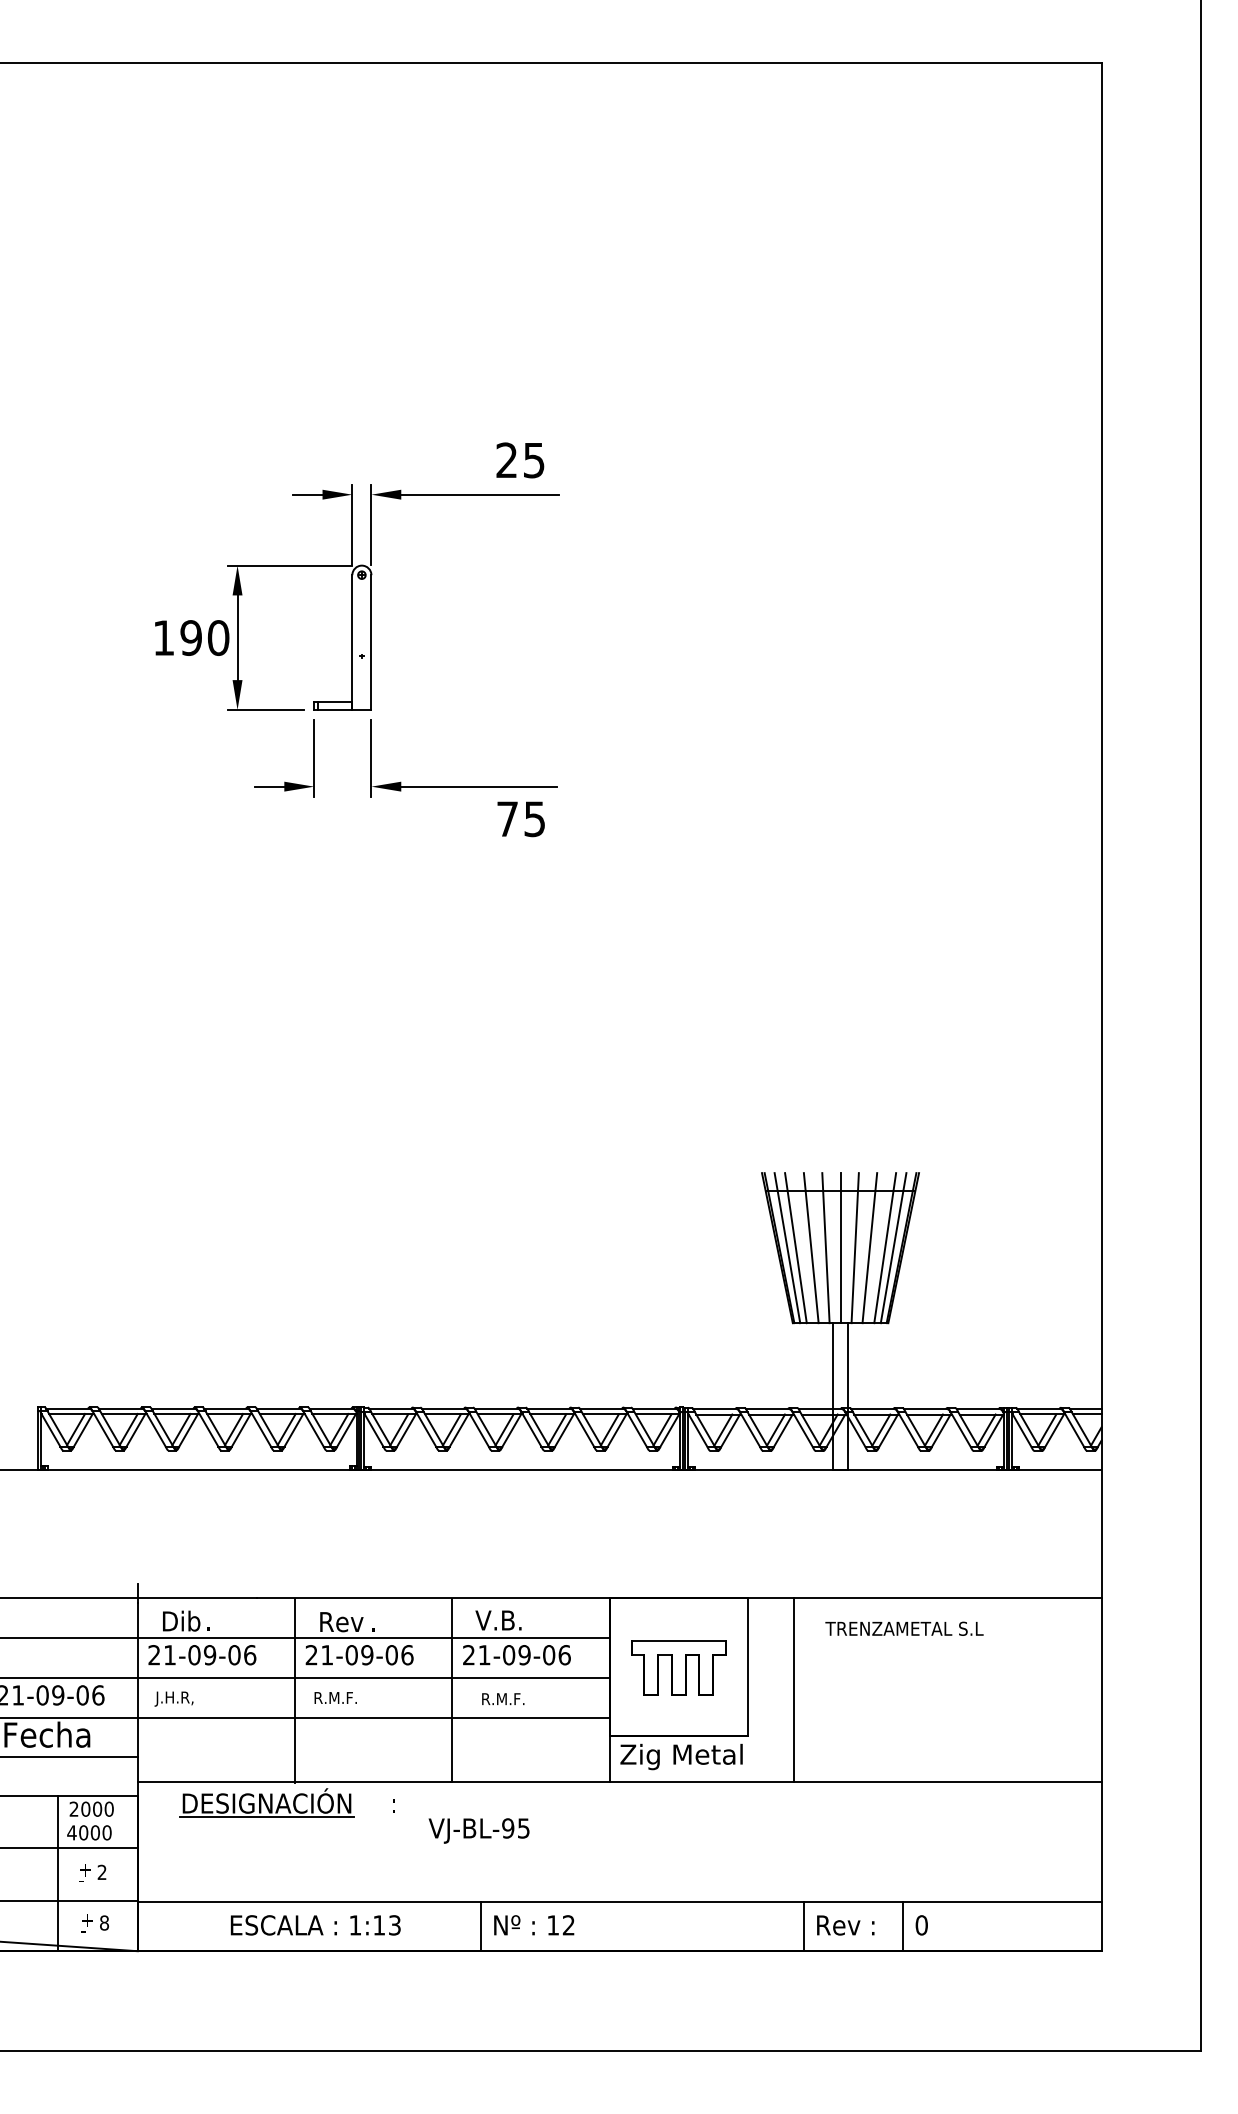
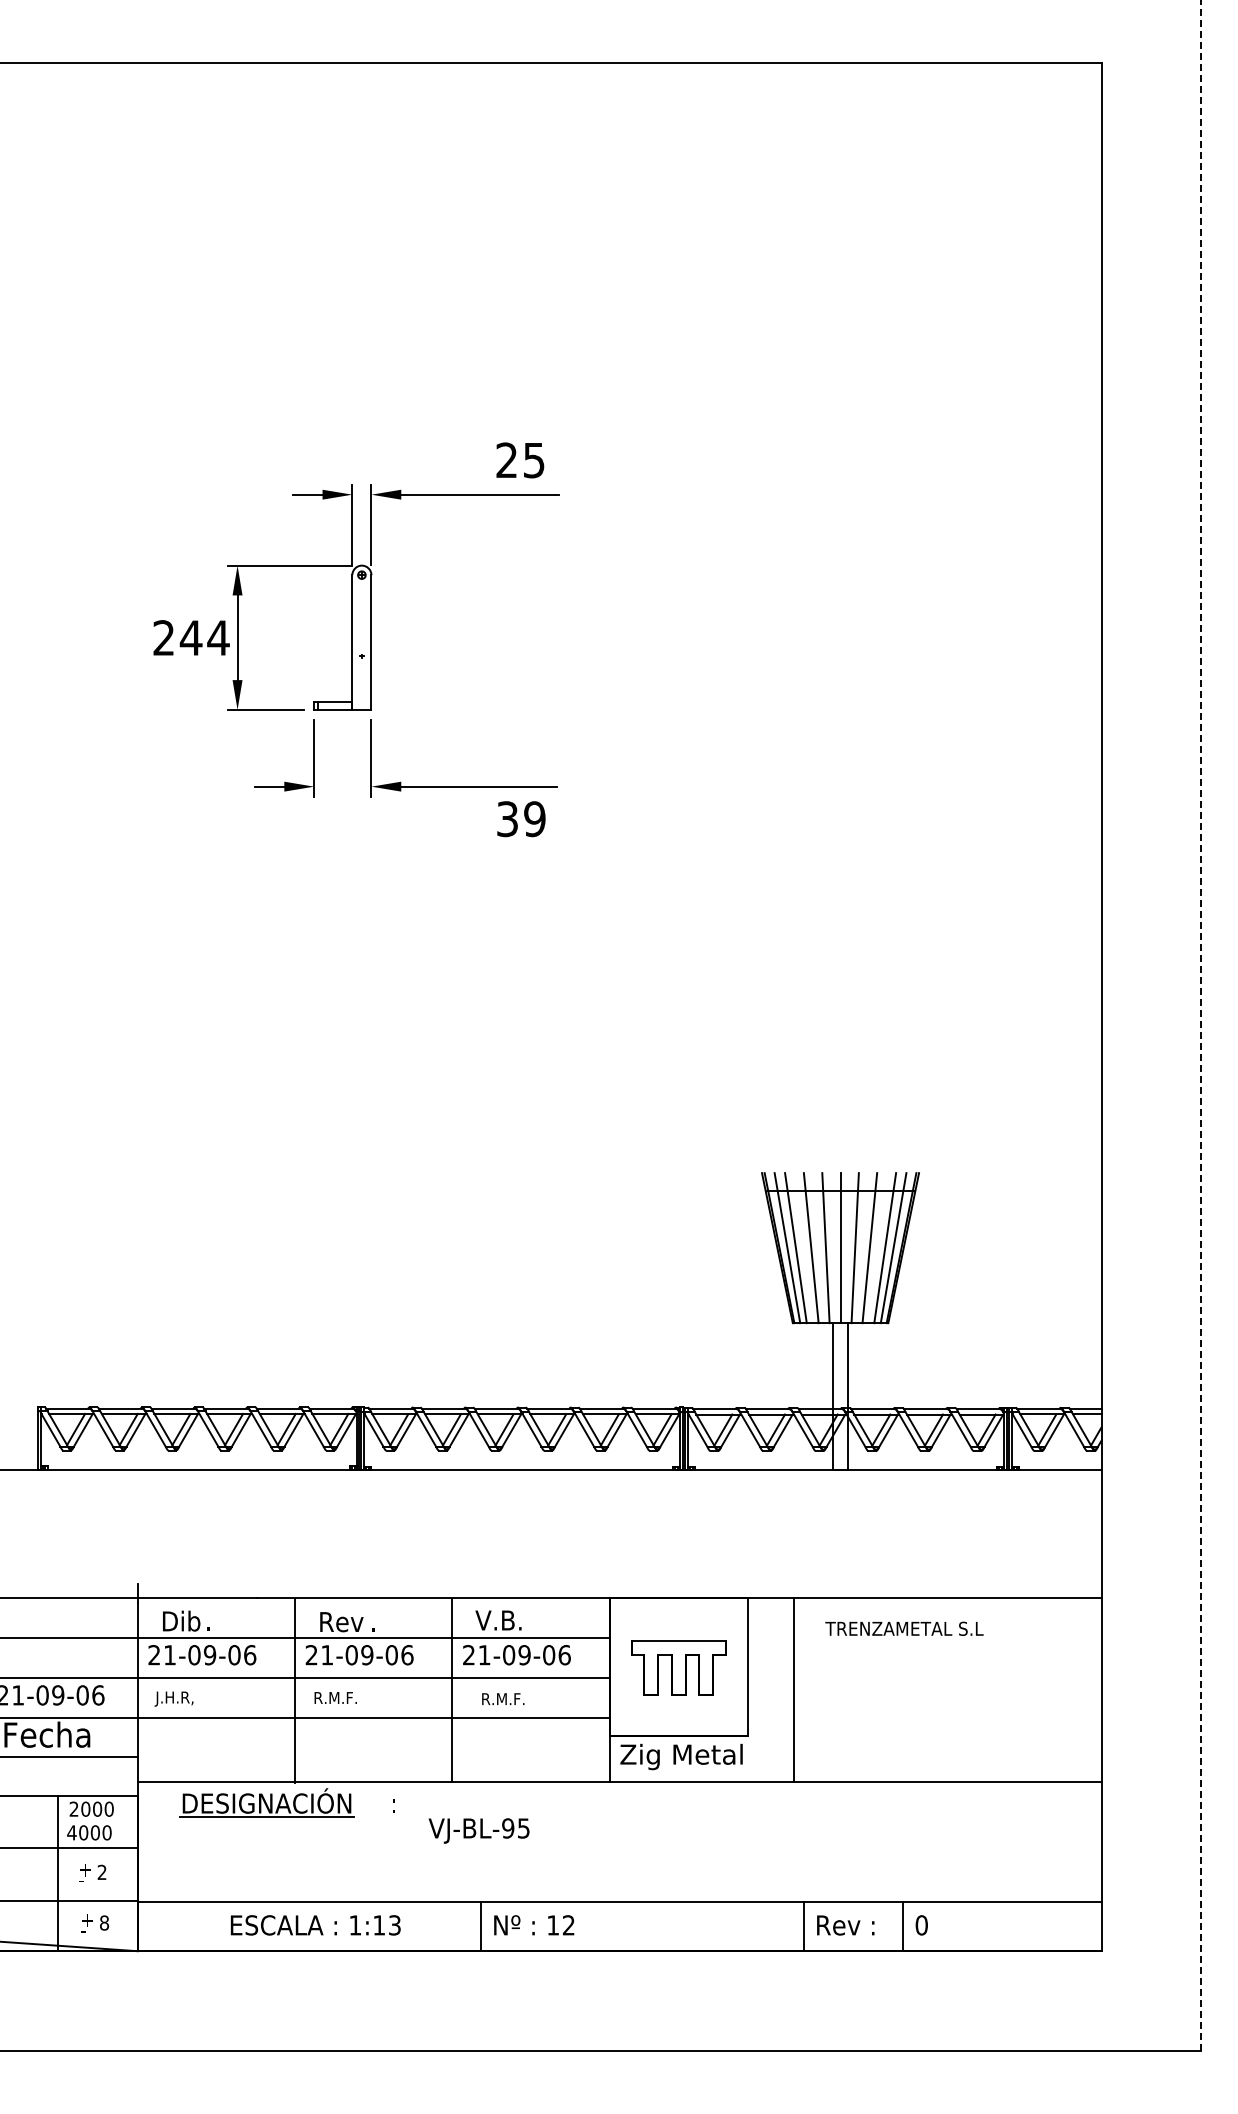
text at (191, 637): 190 -> 244
text at (521, 819): 75 -> 39
line at (1200, 1024): solid -> dashed
